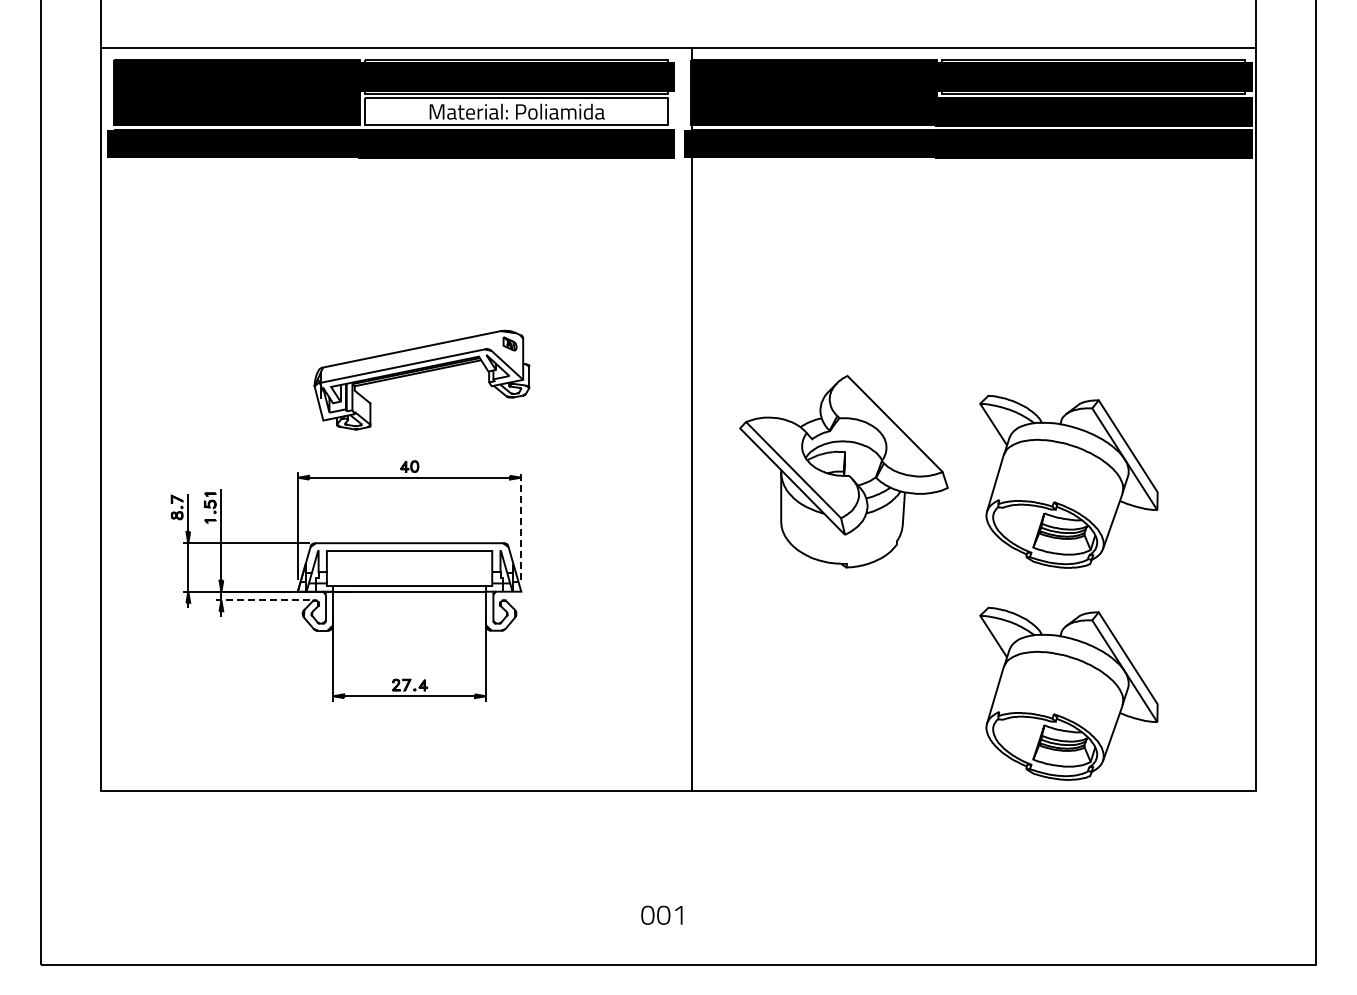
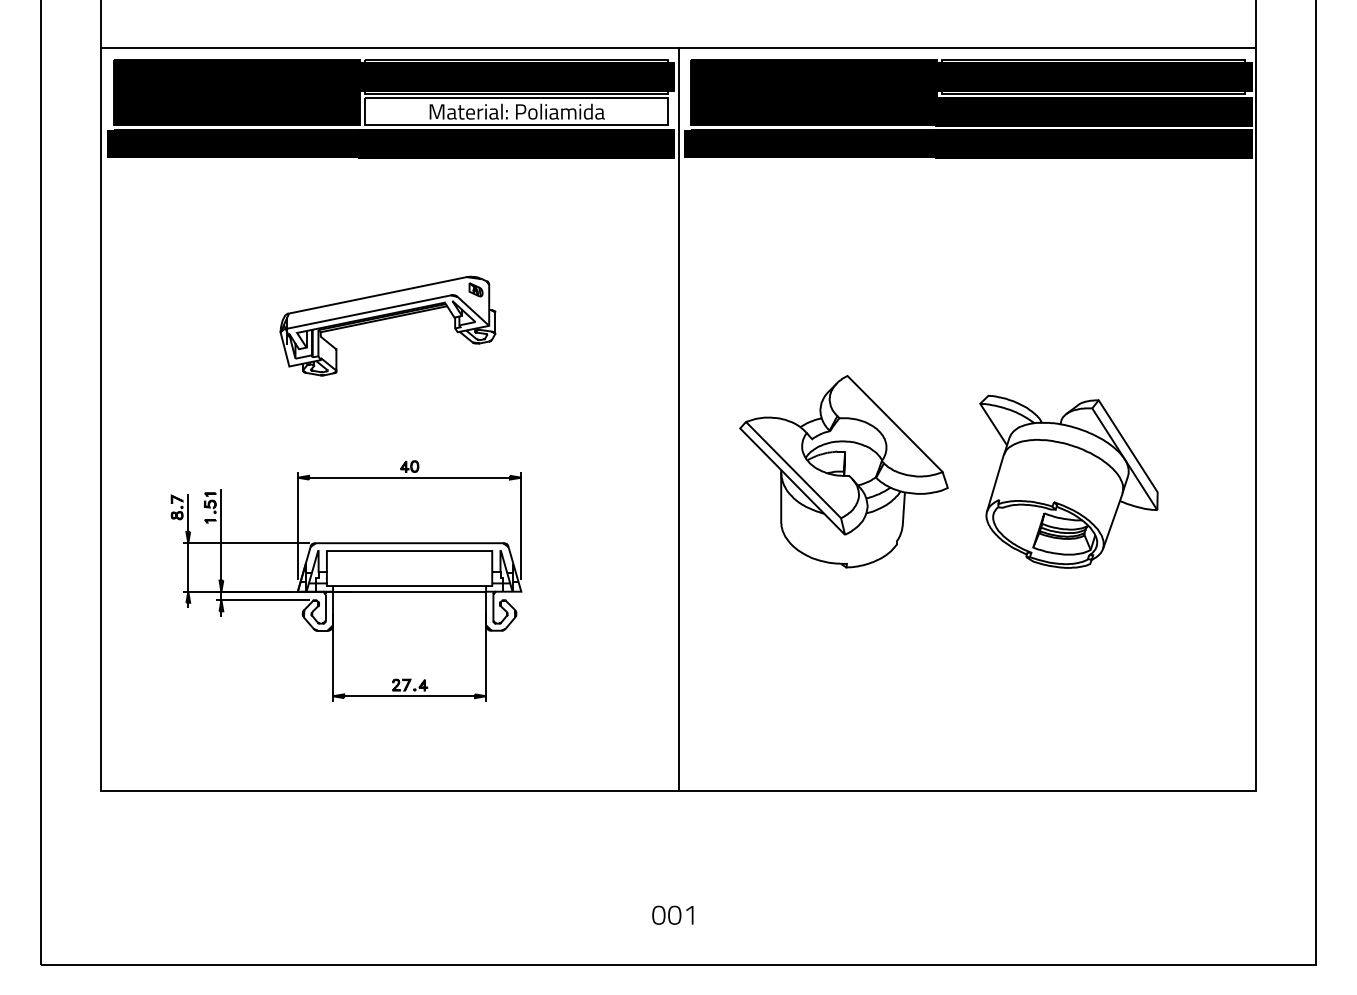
part at (421, 379) position: (421, 379) -> (387, 325)
line at (691, 418) position: (691, 418) -> (678, 418)
line at (521, 525): dashed -> solid
line at (262, 600): dashed -> solid
part at (1068, 693): present -> none
text at (661, 914) position: (661, 914) -> (672, 914)
